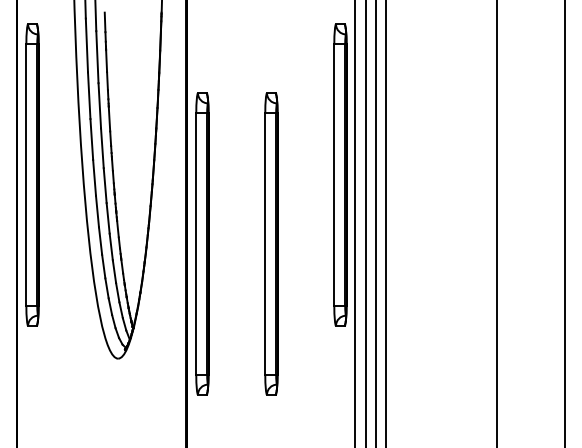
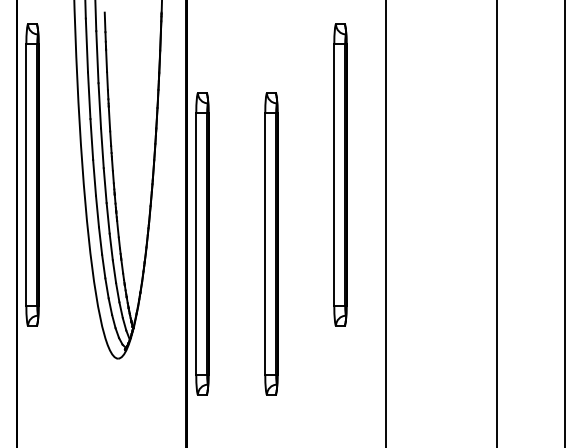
line at (355, 223): present -> none
line at (366, 223): present -> none
line at (376, 223): present -> none
